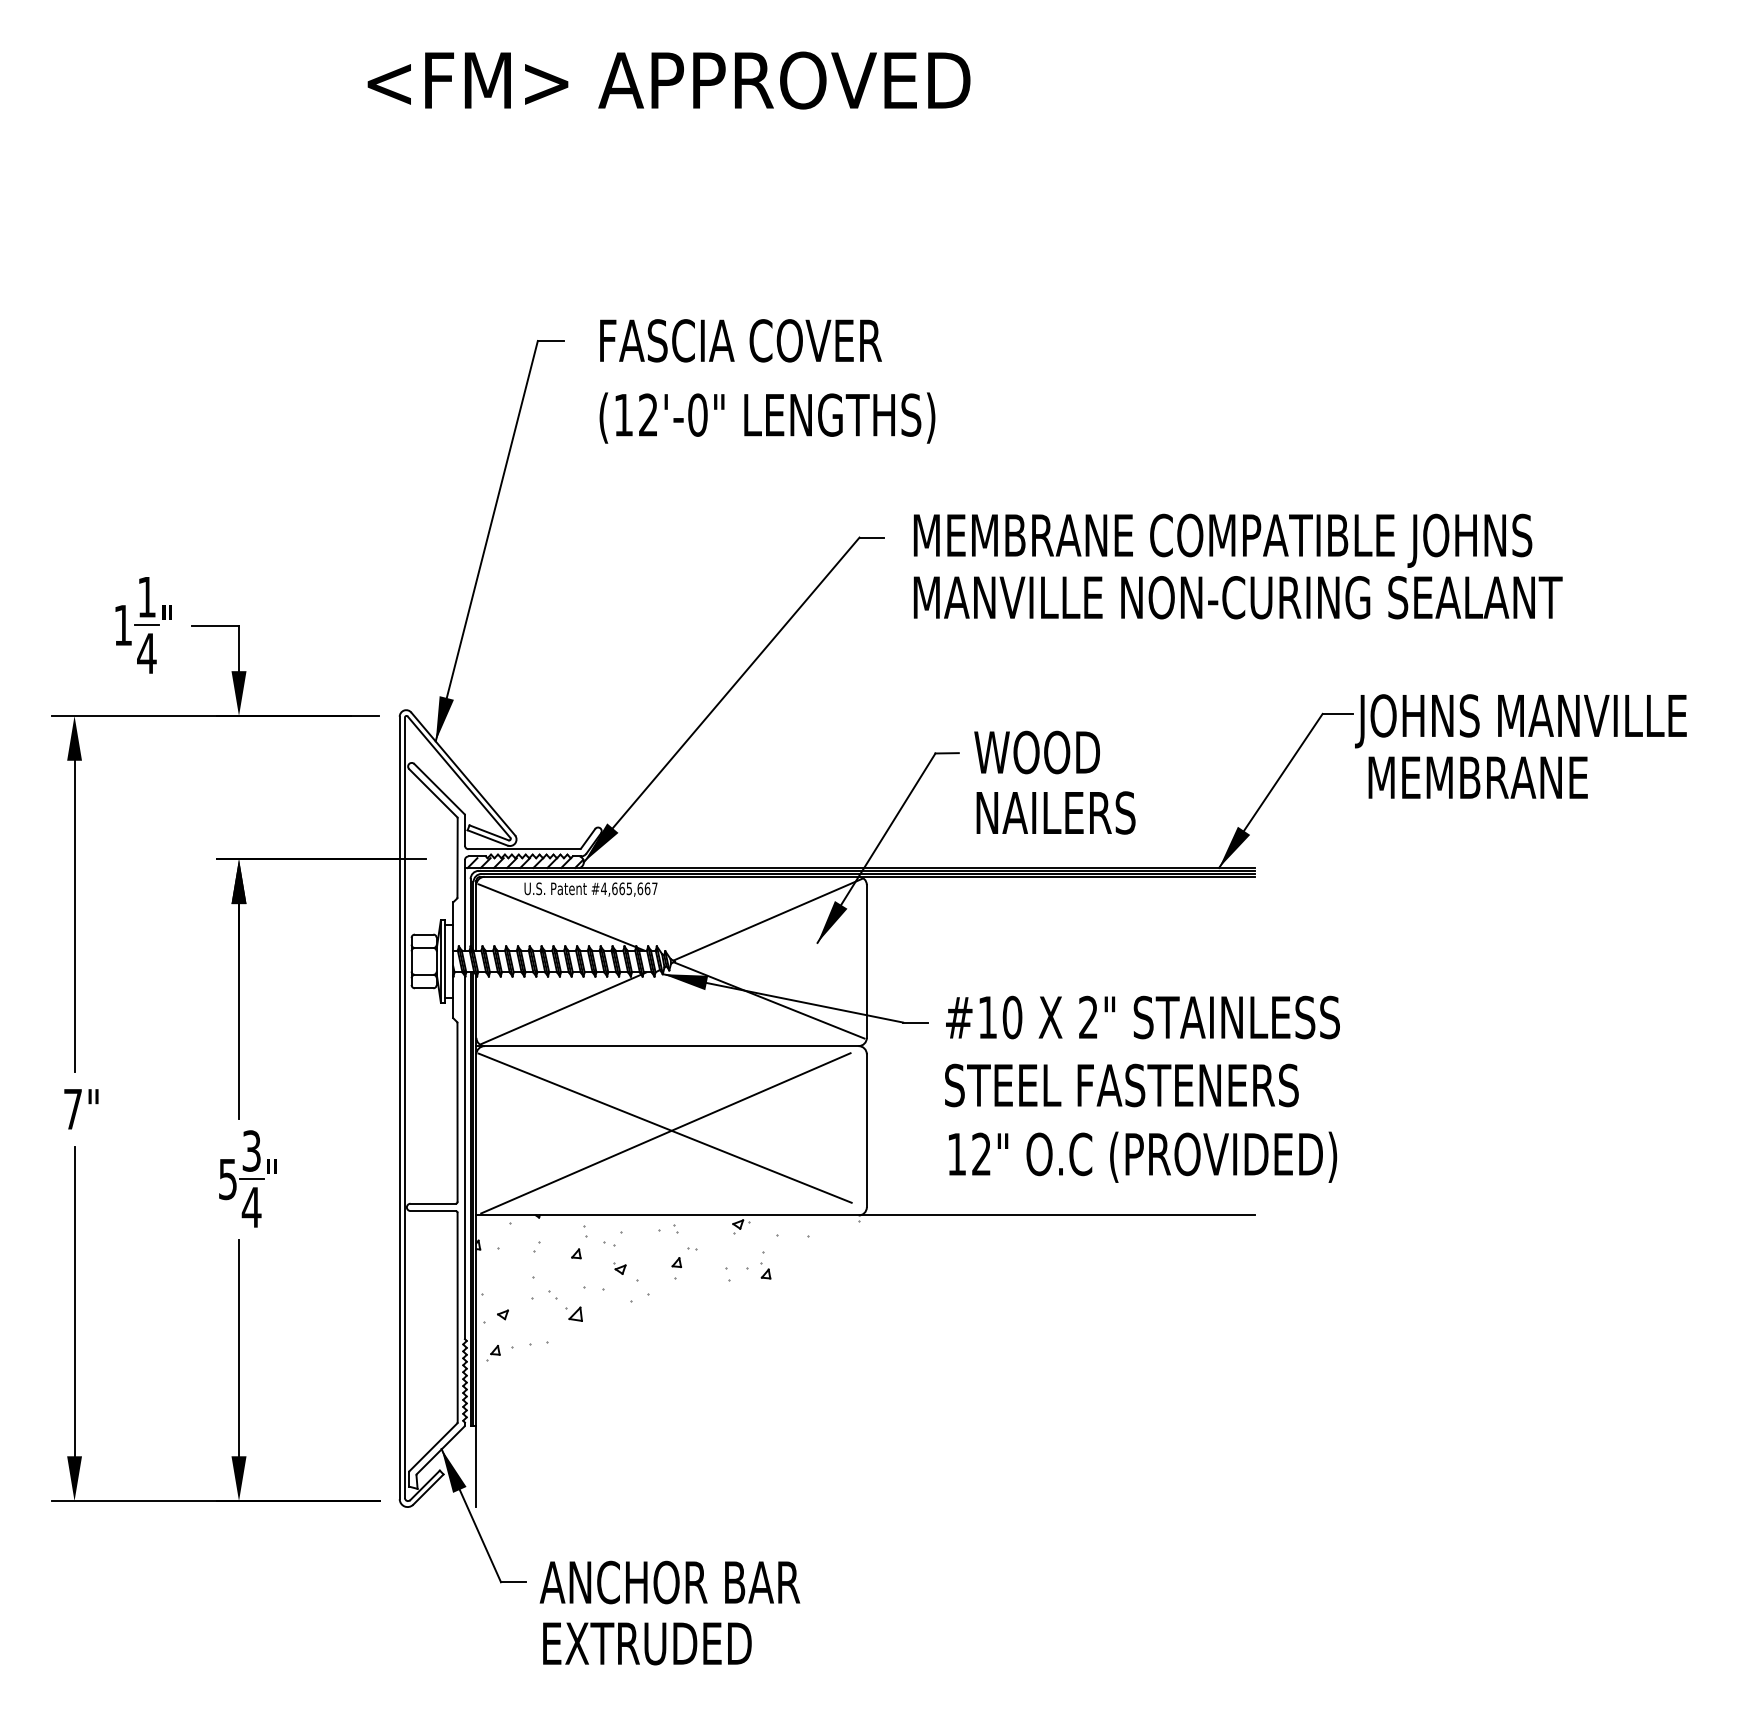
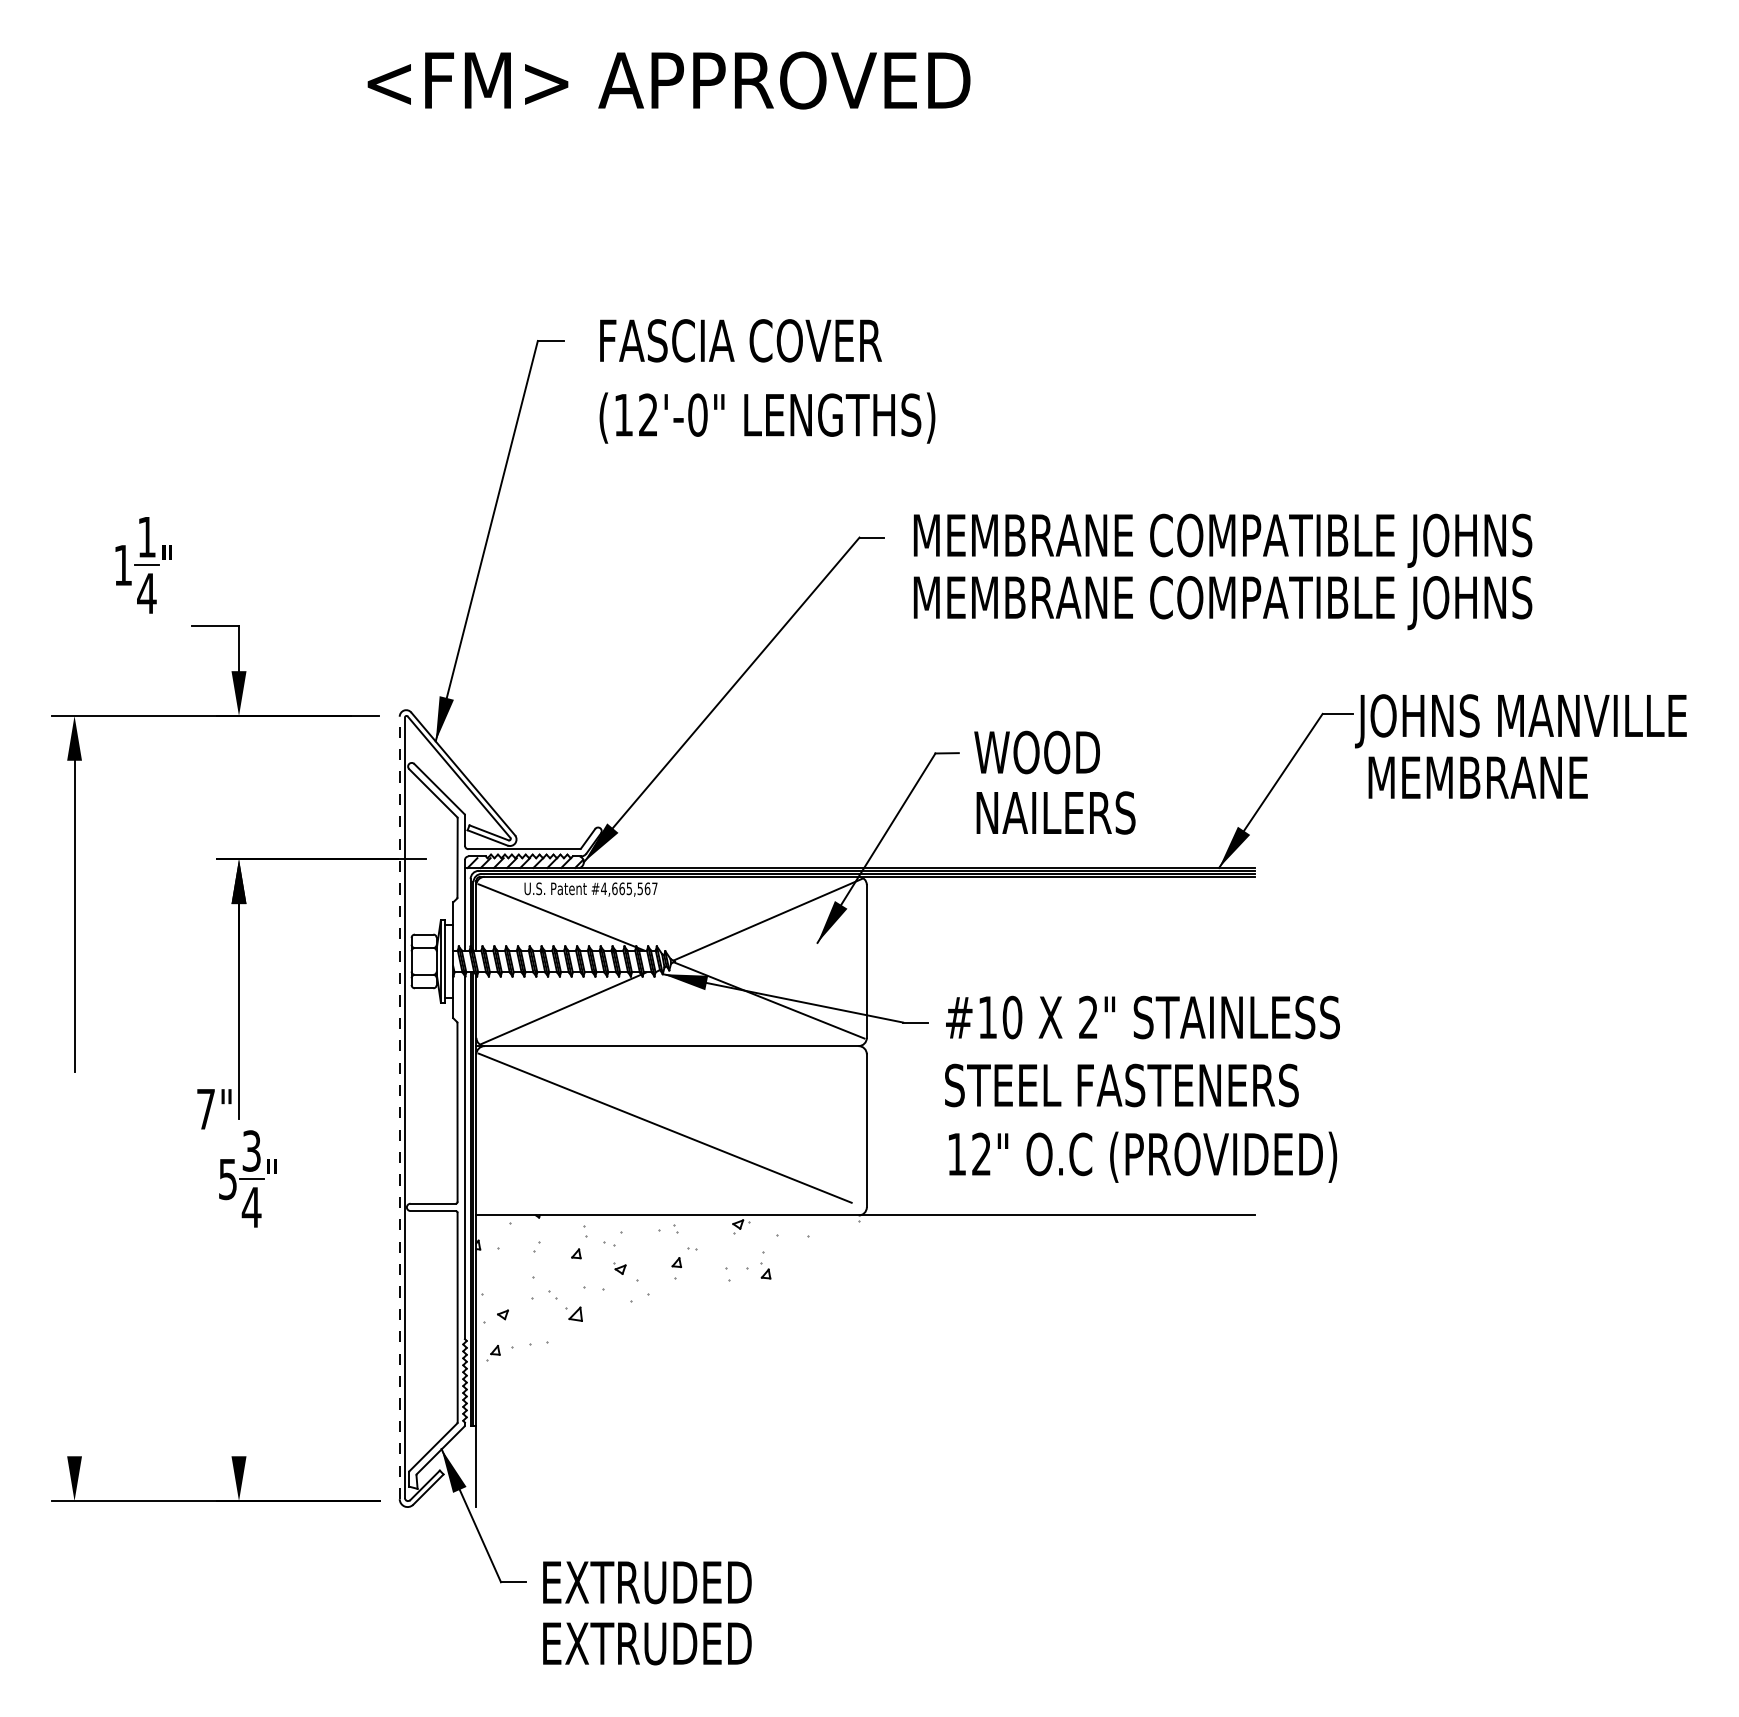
text at (1253, 603): MANVILLE NON-CURING SEALANT -> MEMBRANE COMPATIBLE JOHNS
part at (143, 625) position: (143, 625) -> (143, 565)
text at (640, 888): #4,665,667 -> #4,665,567
line at (399, 1107): solid -> dashed
text at (81, 1109) position: (81, 1109) -> (214, 1109)
line at (665, 1133): present -> none
line at (74, 1301): present -> none
line at (239, 1347): present -> none
text at (669, 1582): ANCHOR BAR -> EXTRUDED
